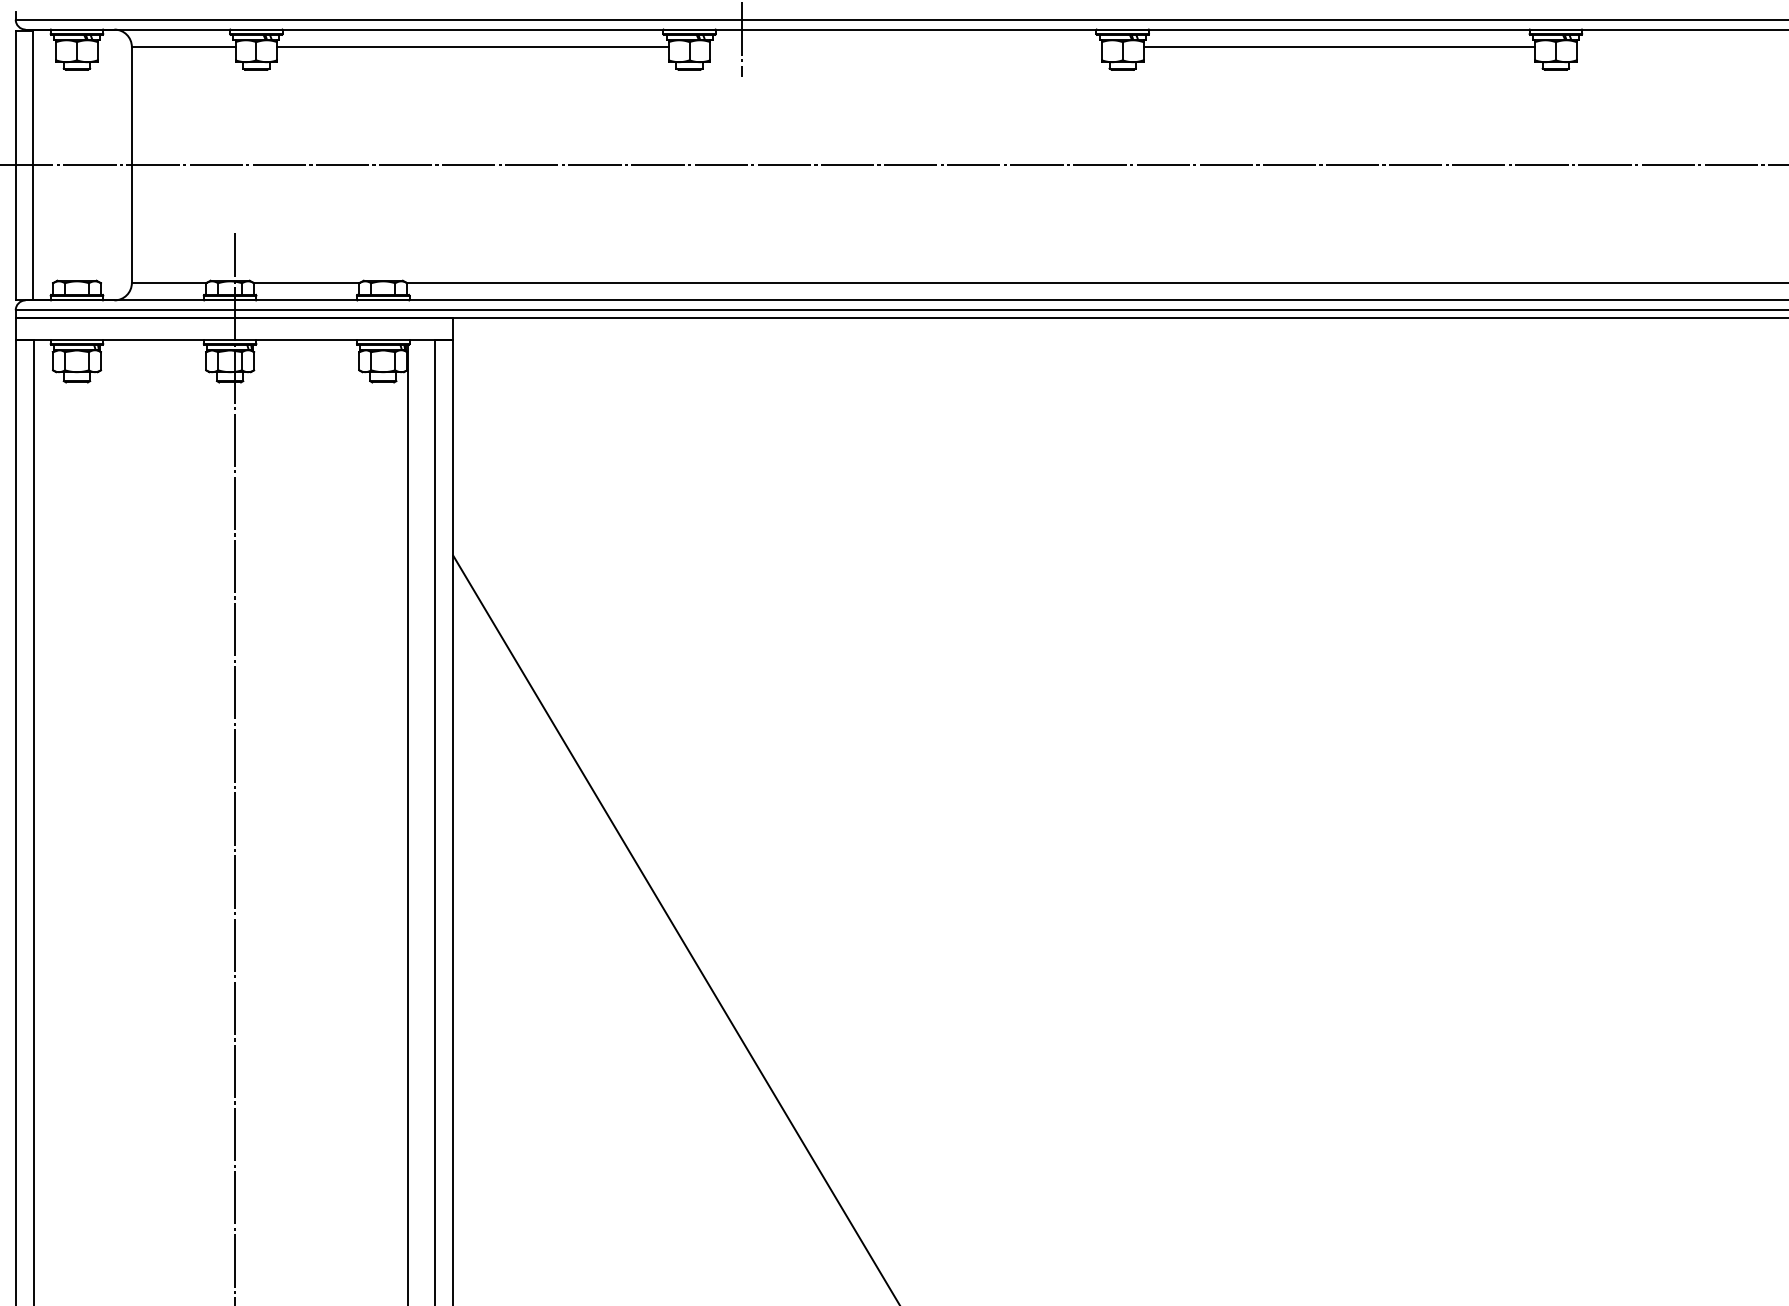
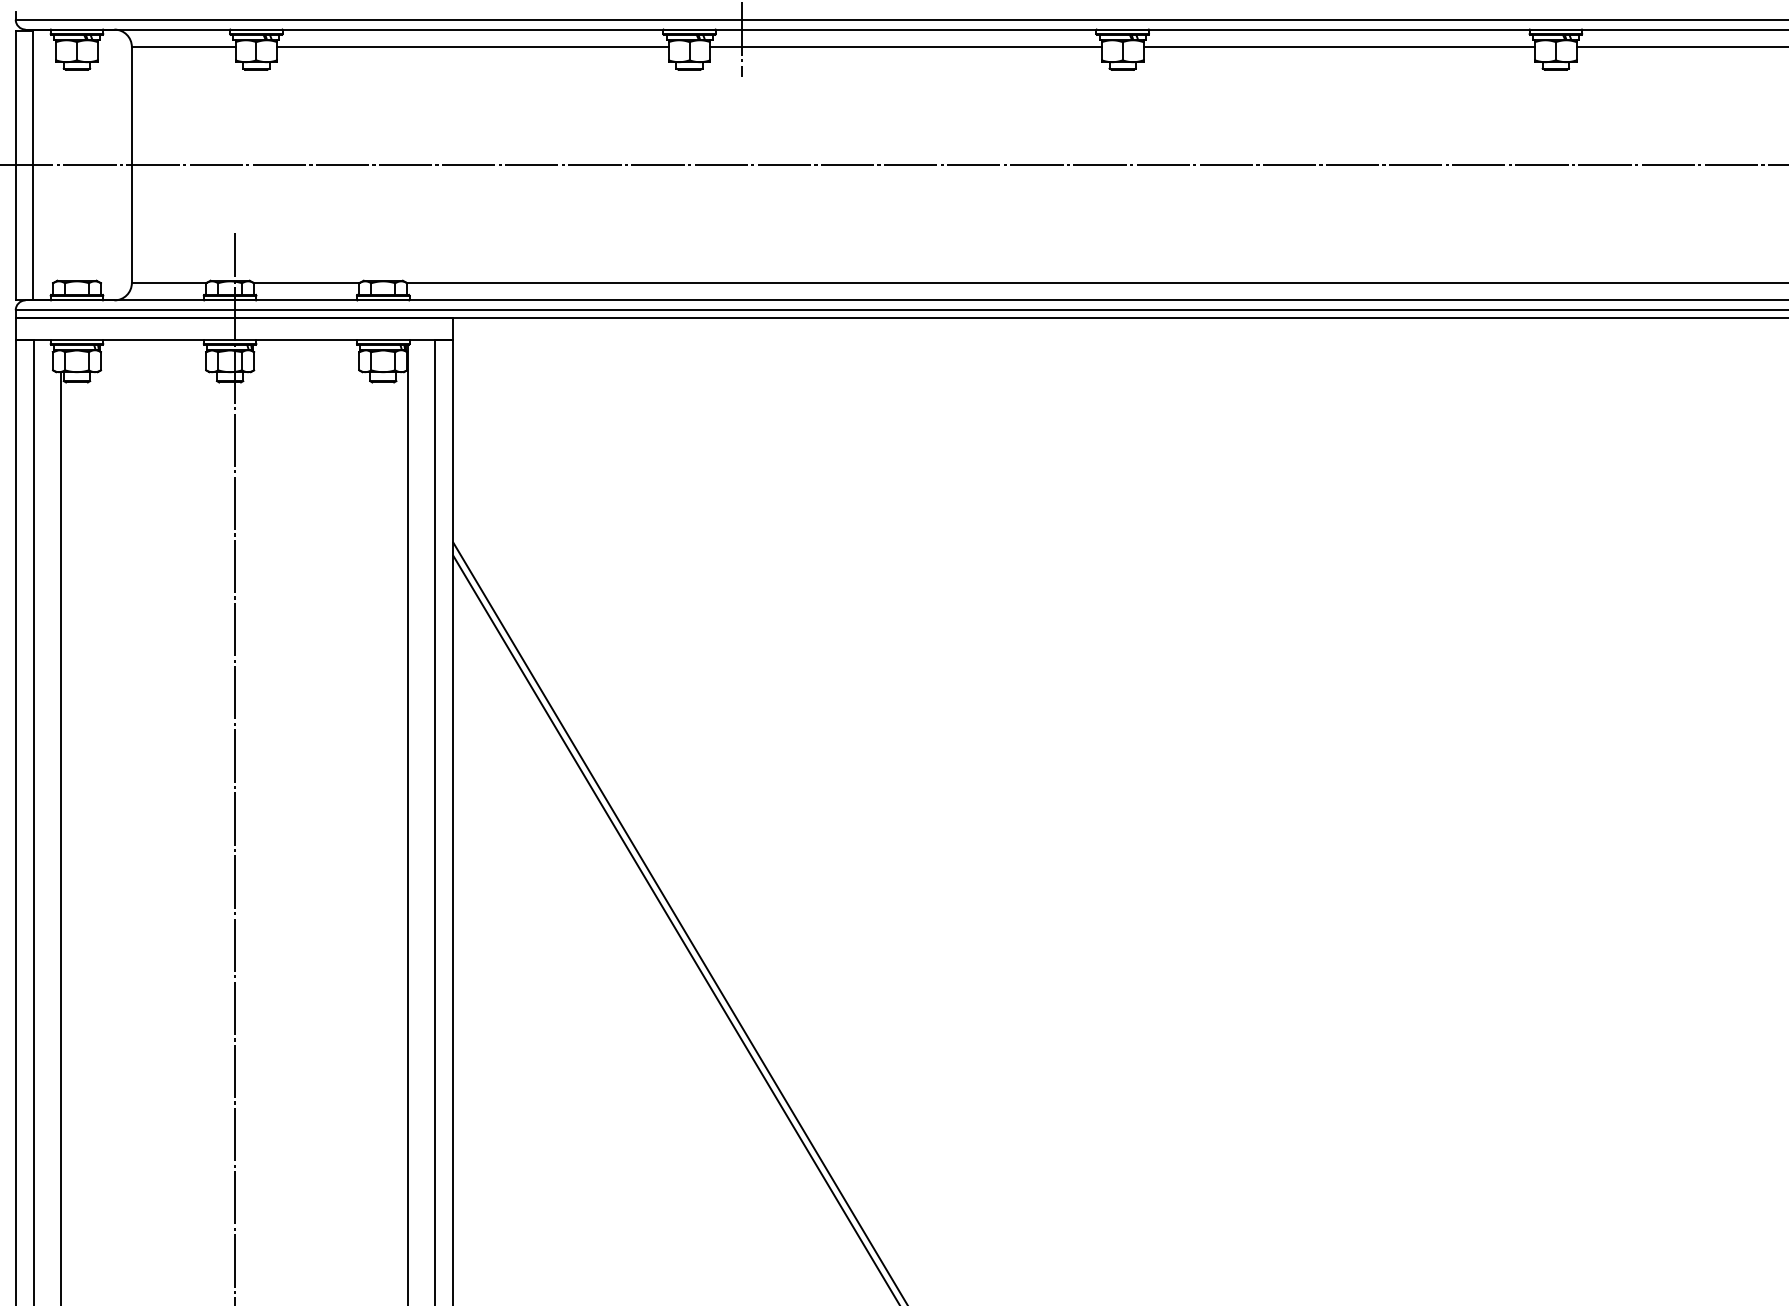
line at (905, 47): none -> present
line at (1680, 47): none -> present
line at (60, 837): none -> present
line at (679, 922): none -> present
